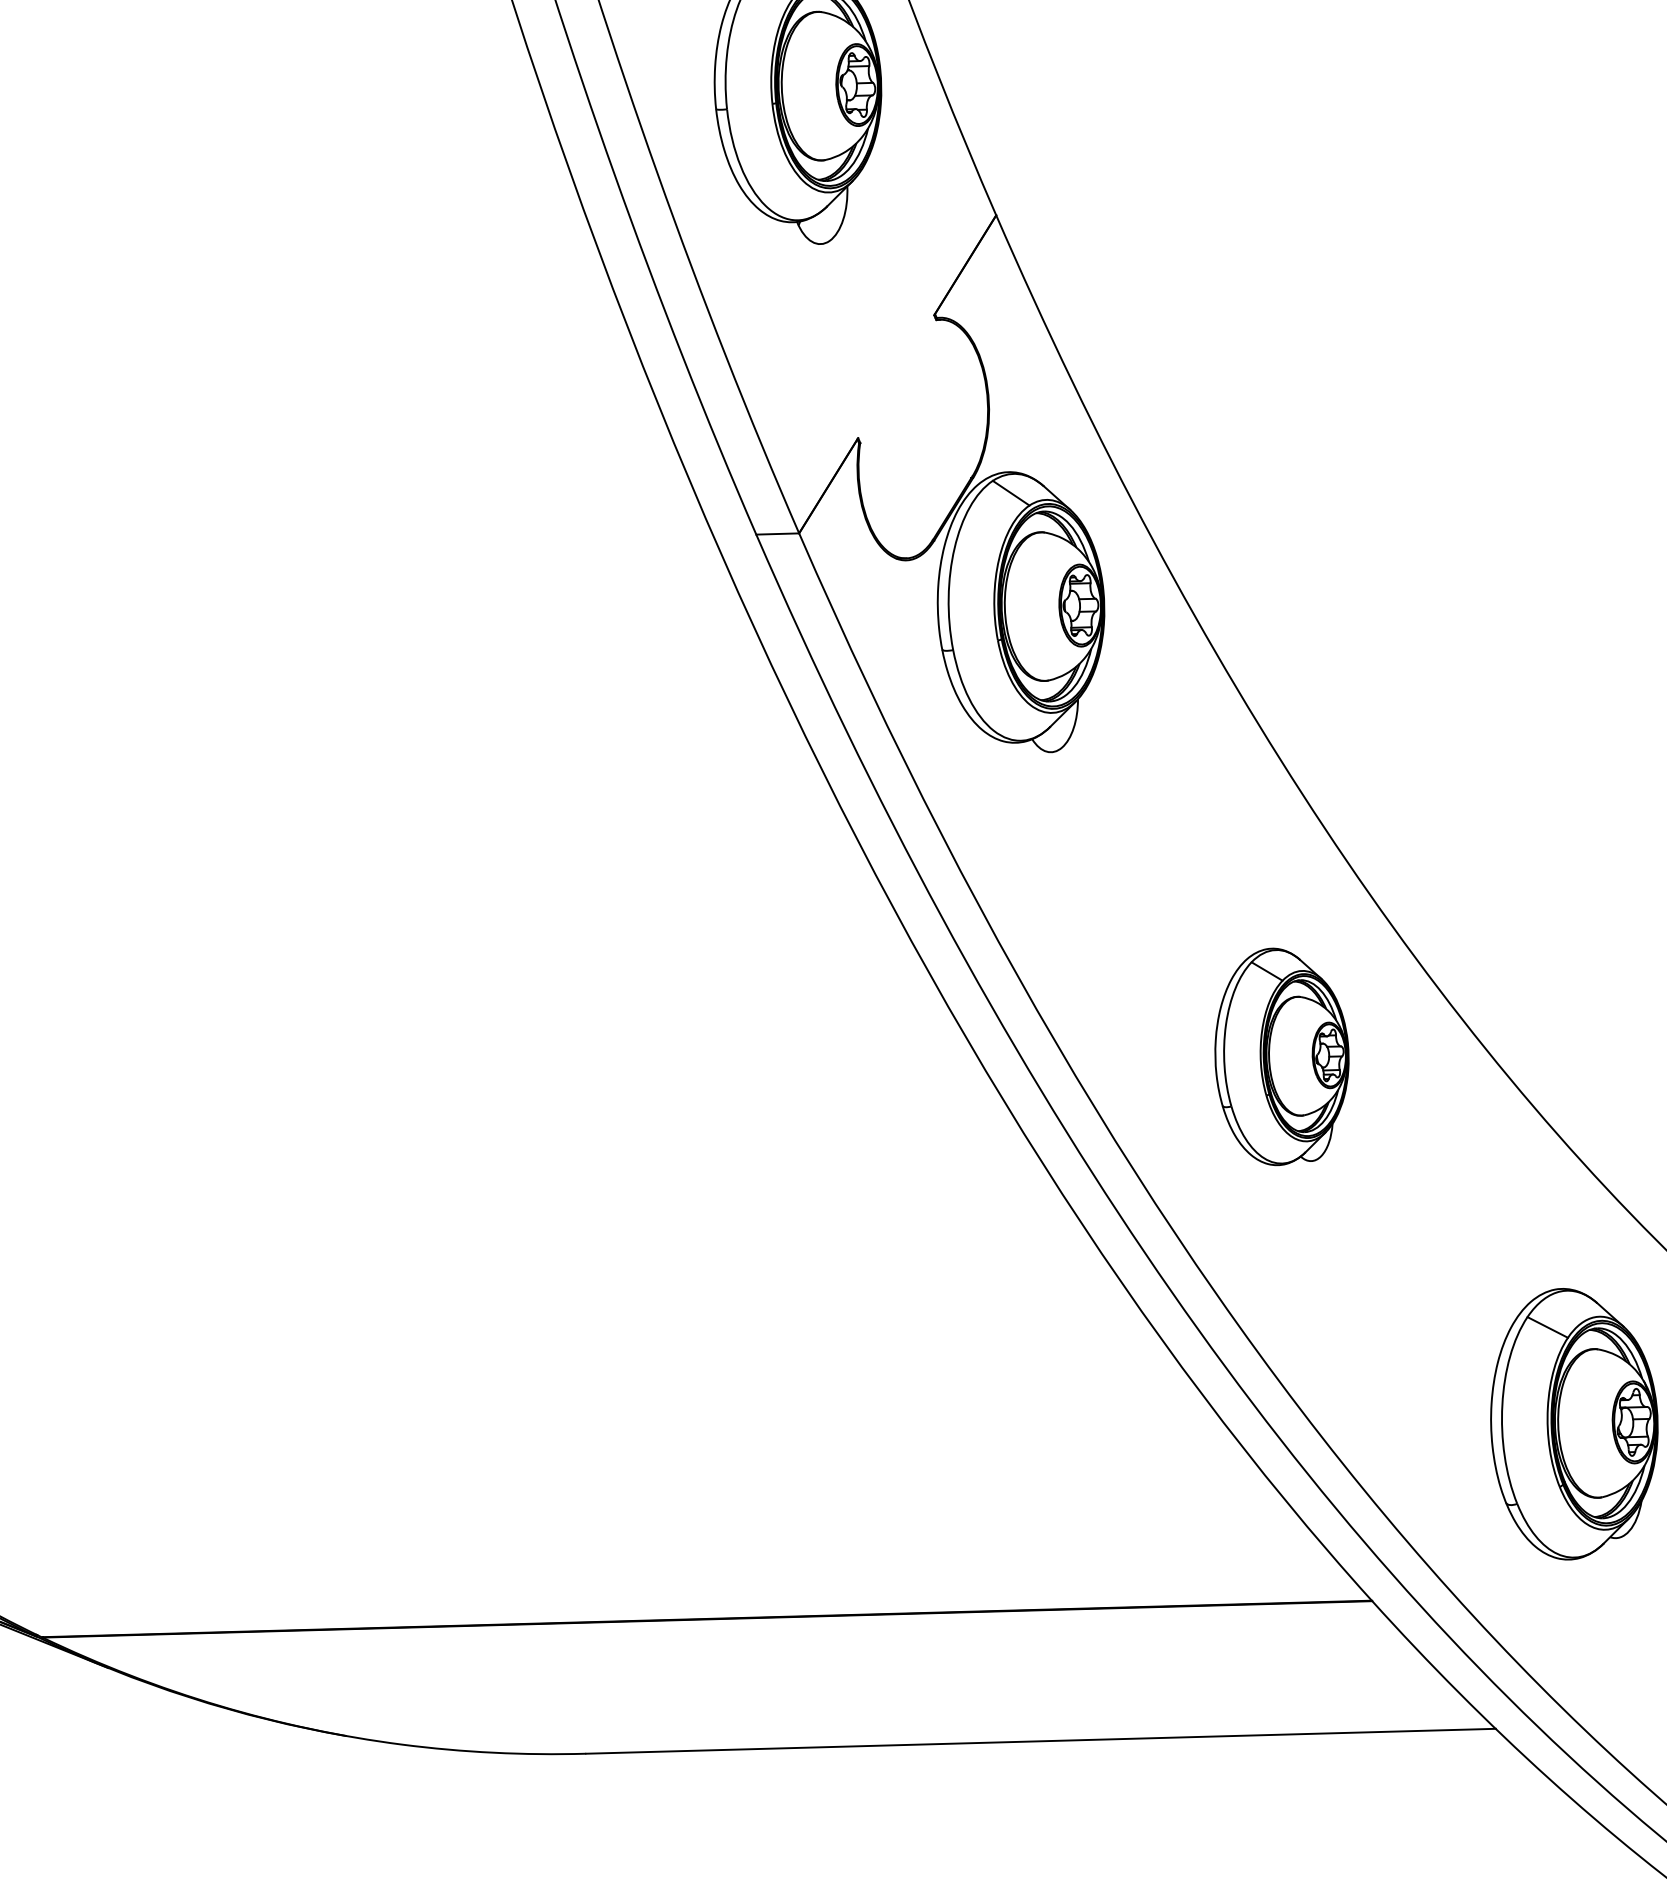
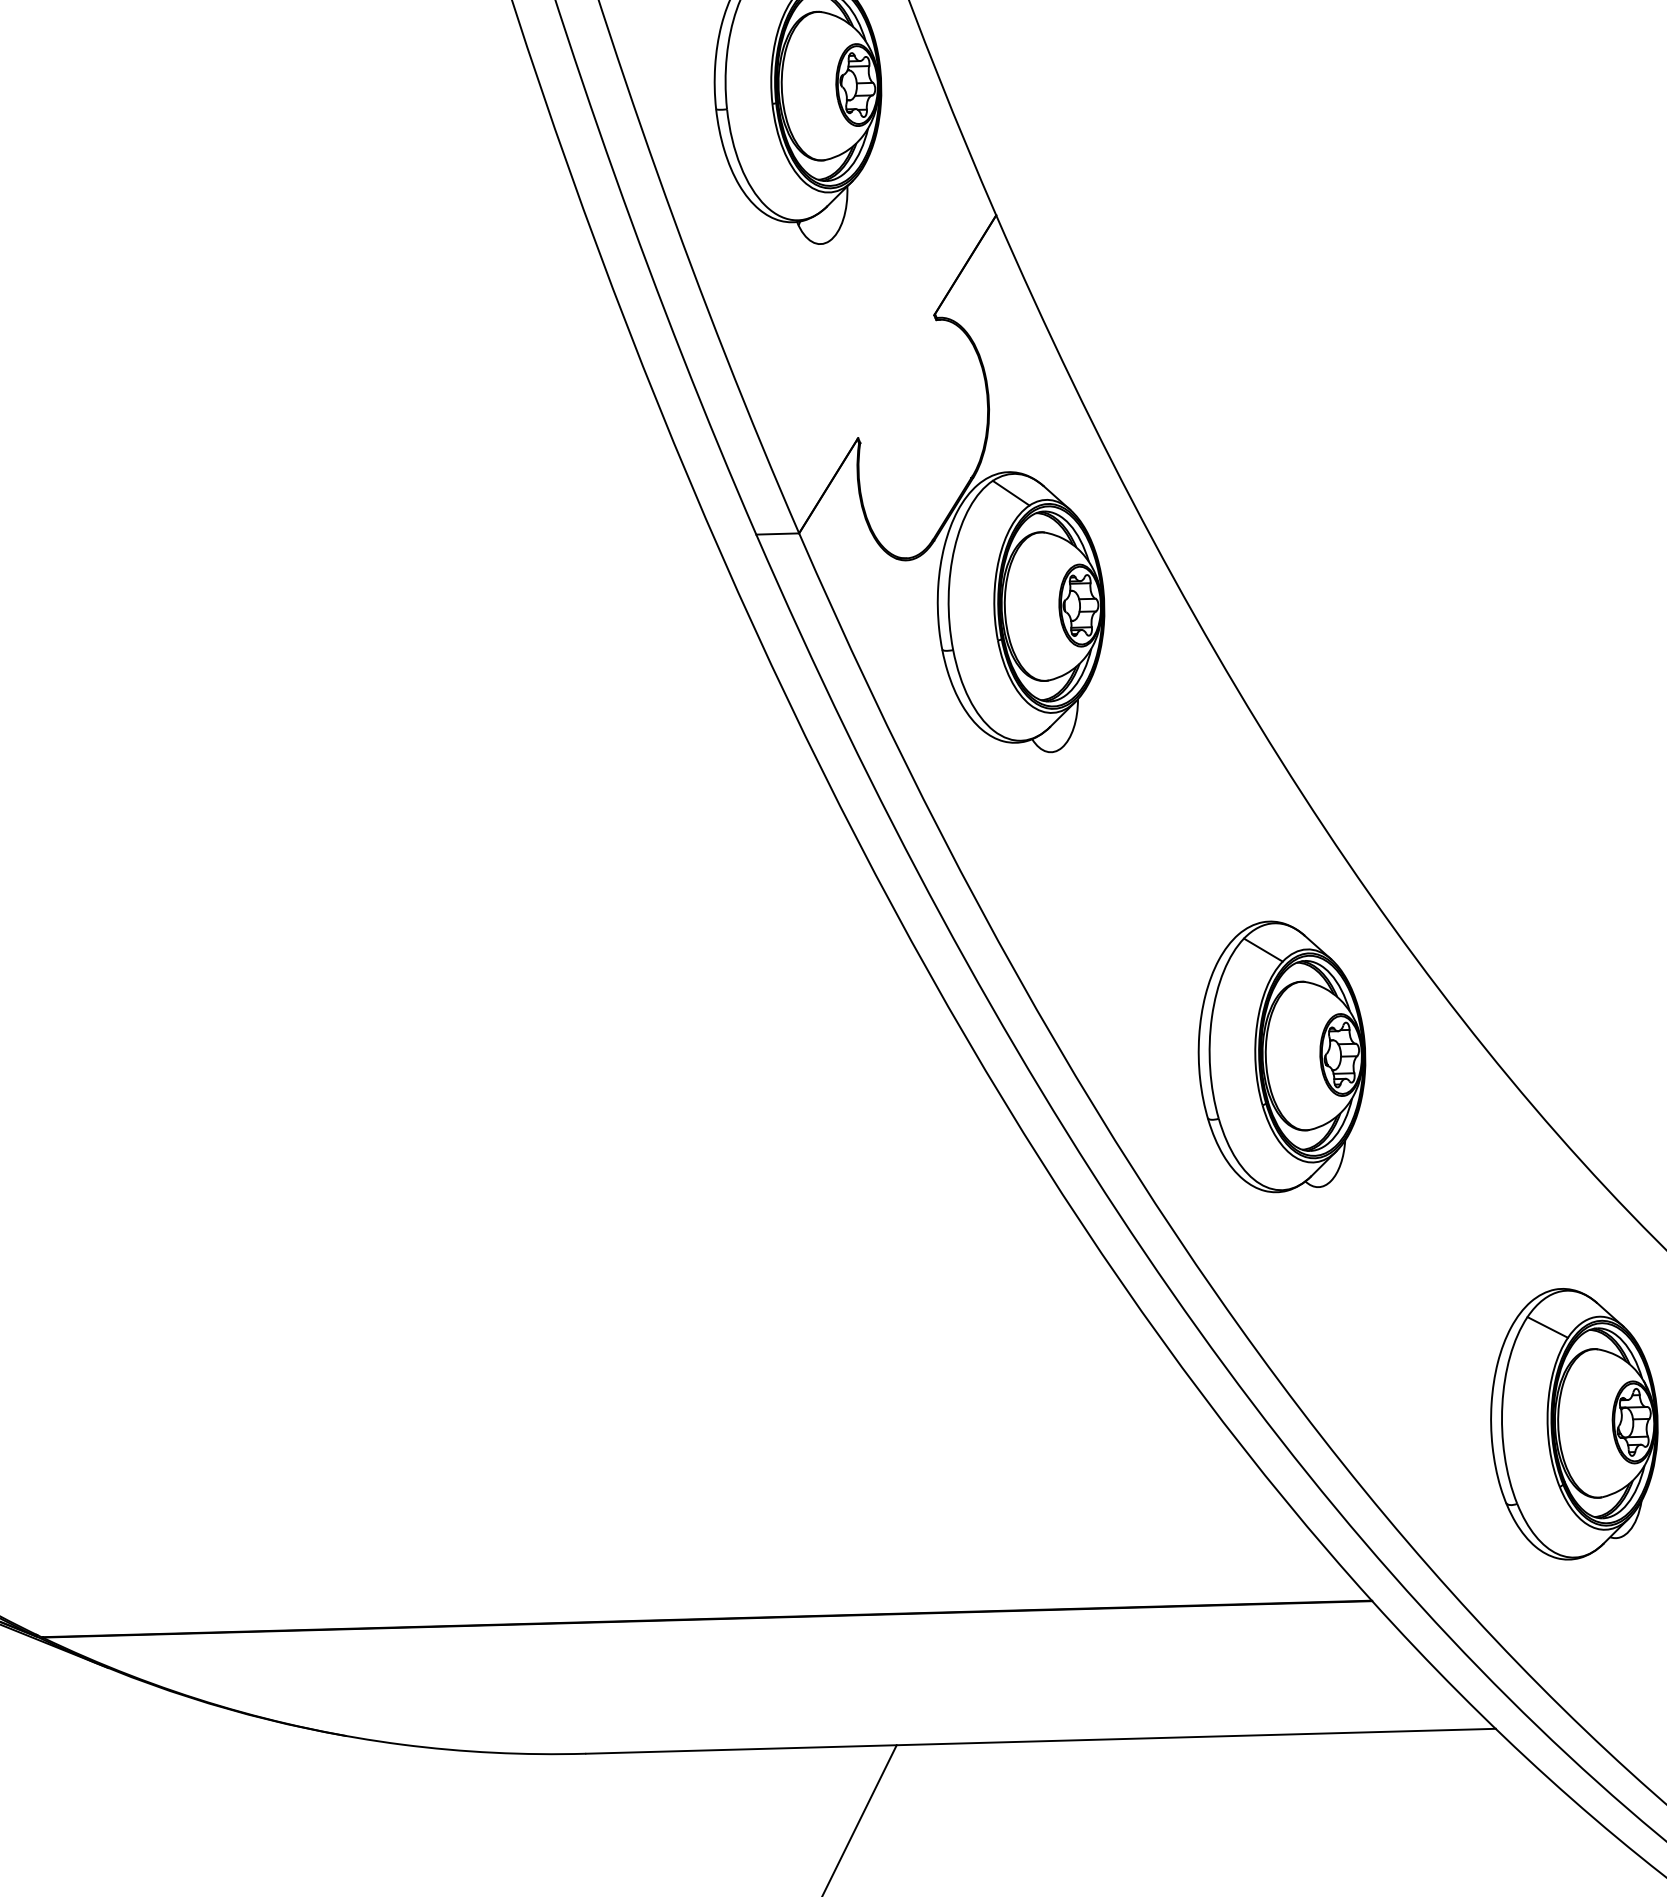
part at (1281, 1056) size: 136x220 px -> 170x274 px
line at (859, 1819): none -> present
